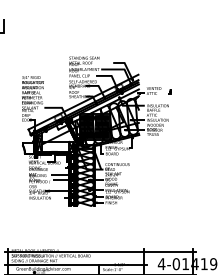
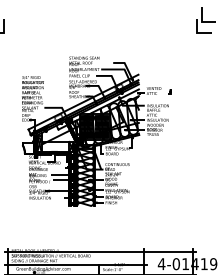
part at (205, 20): none -> present
